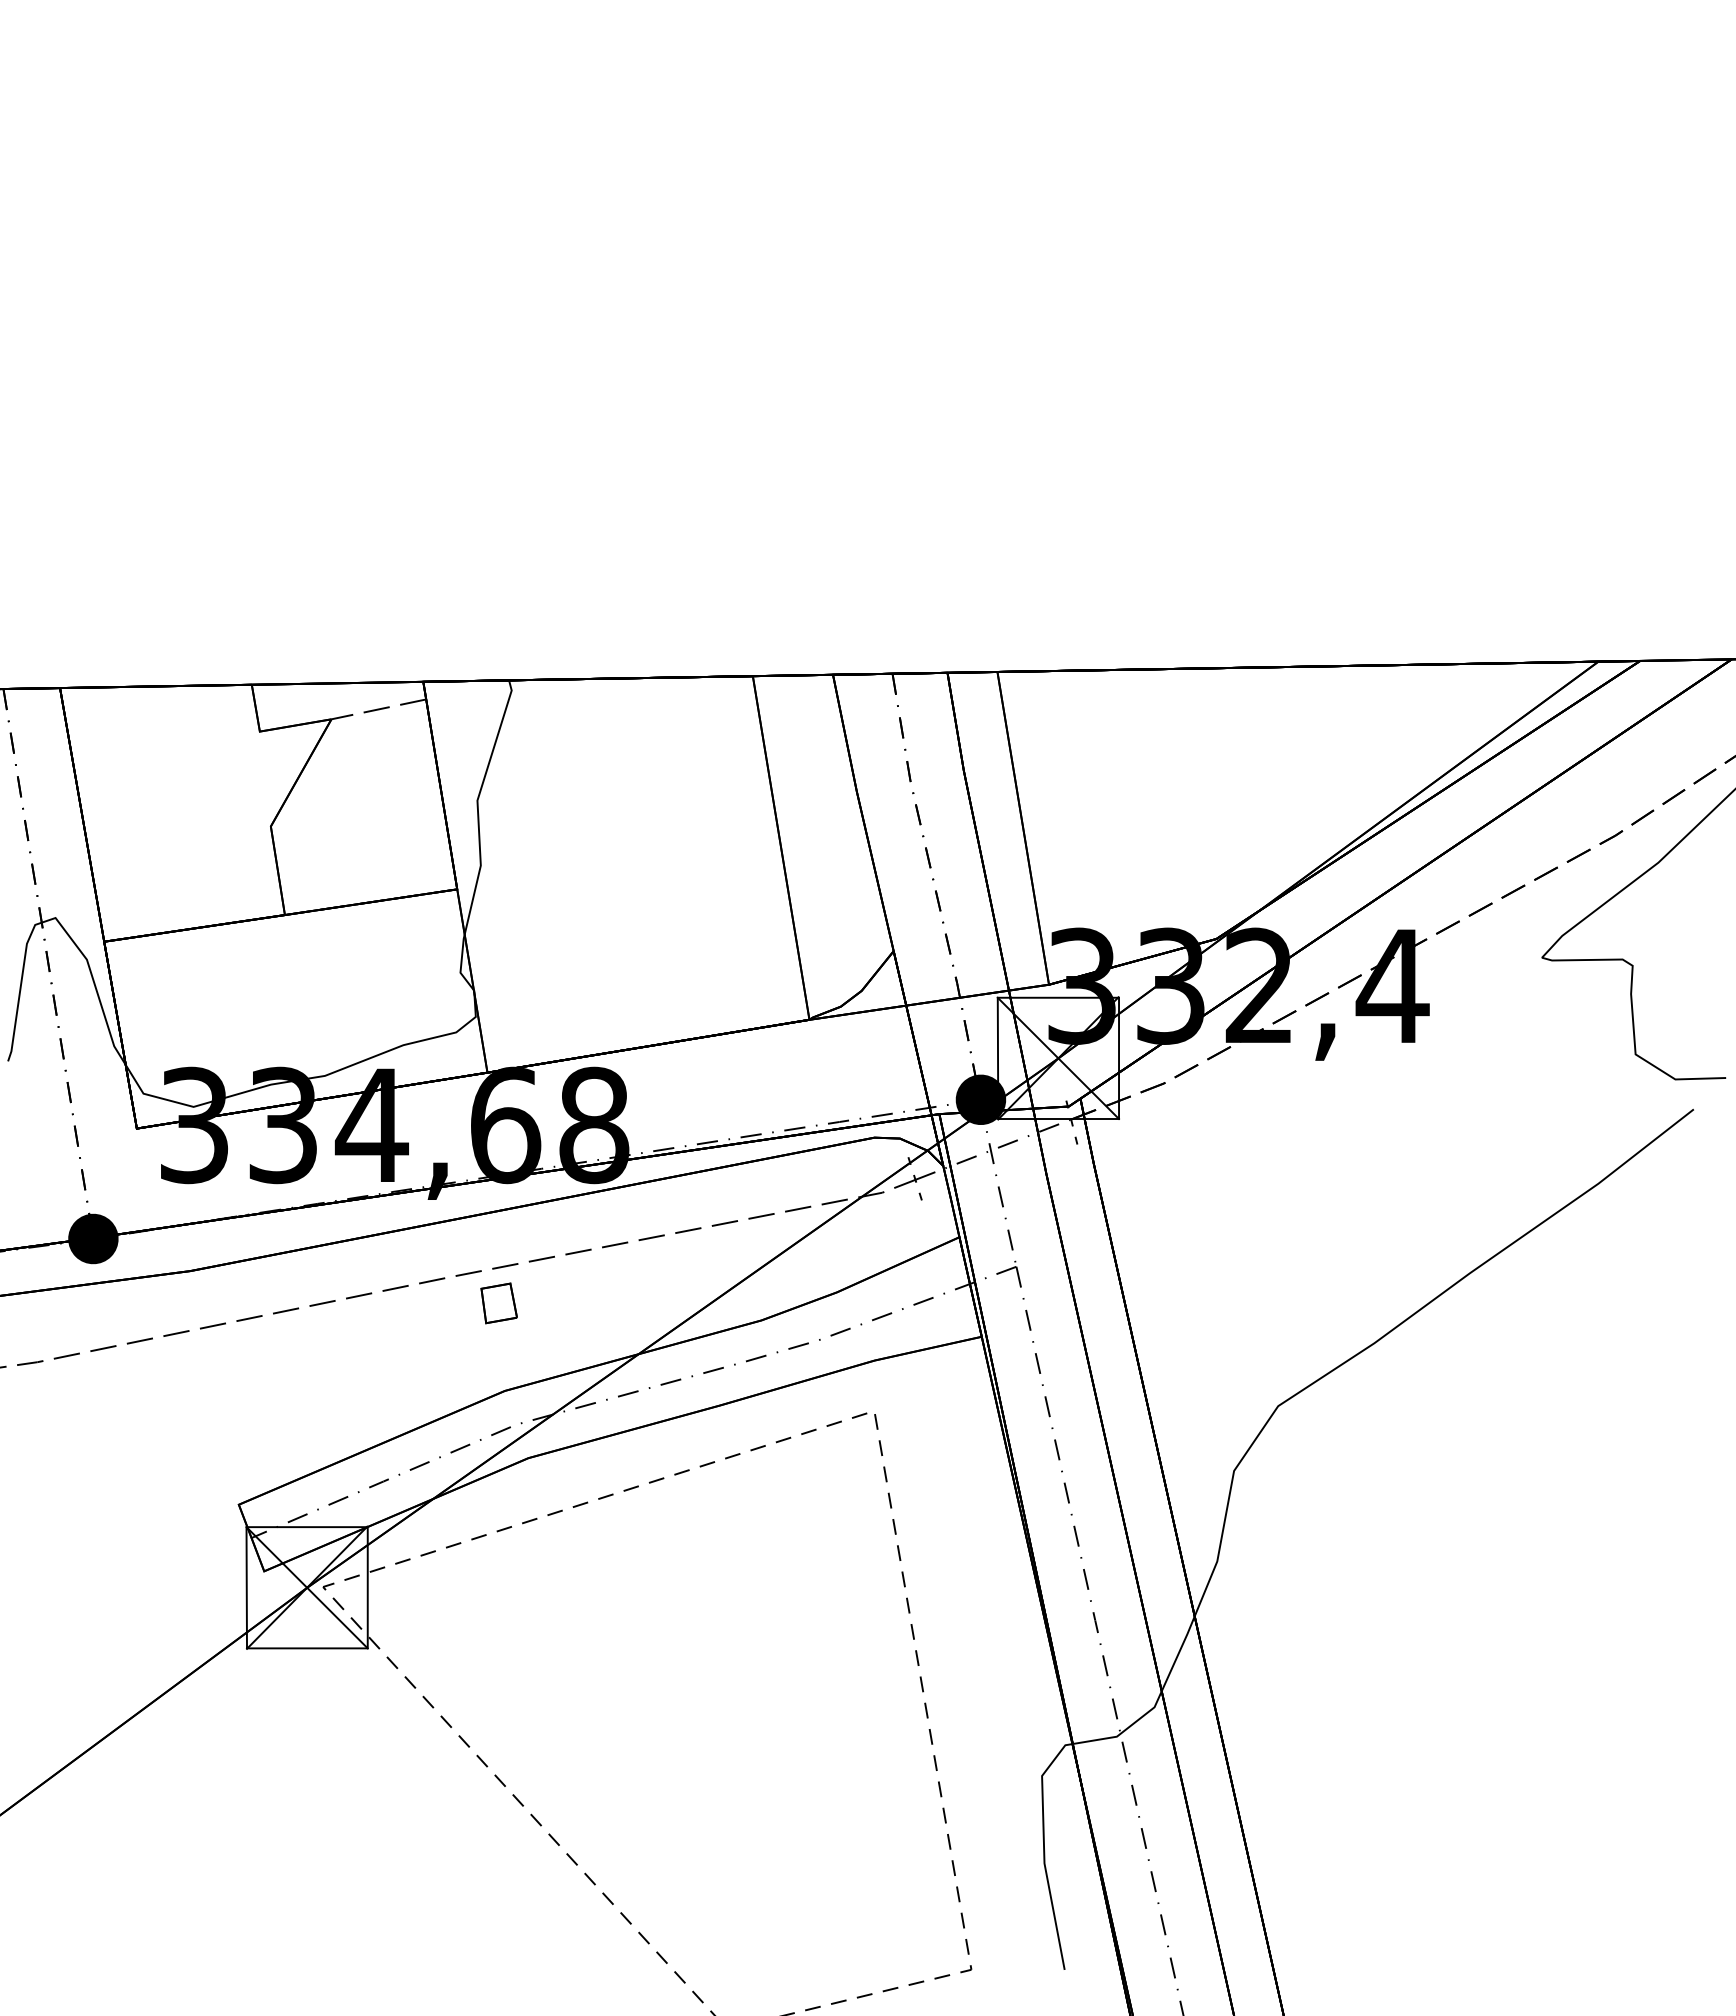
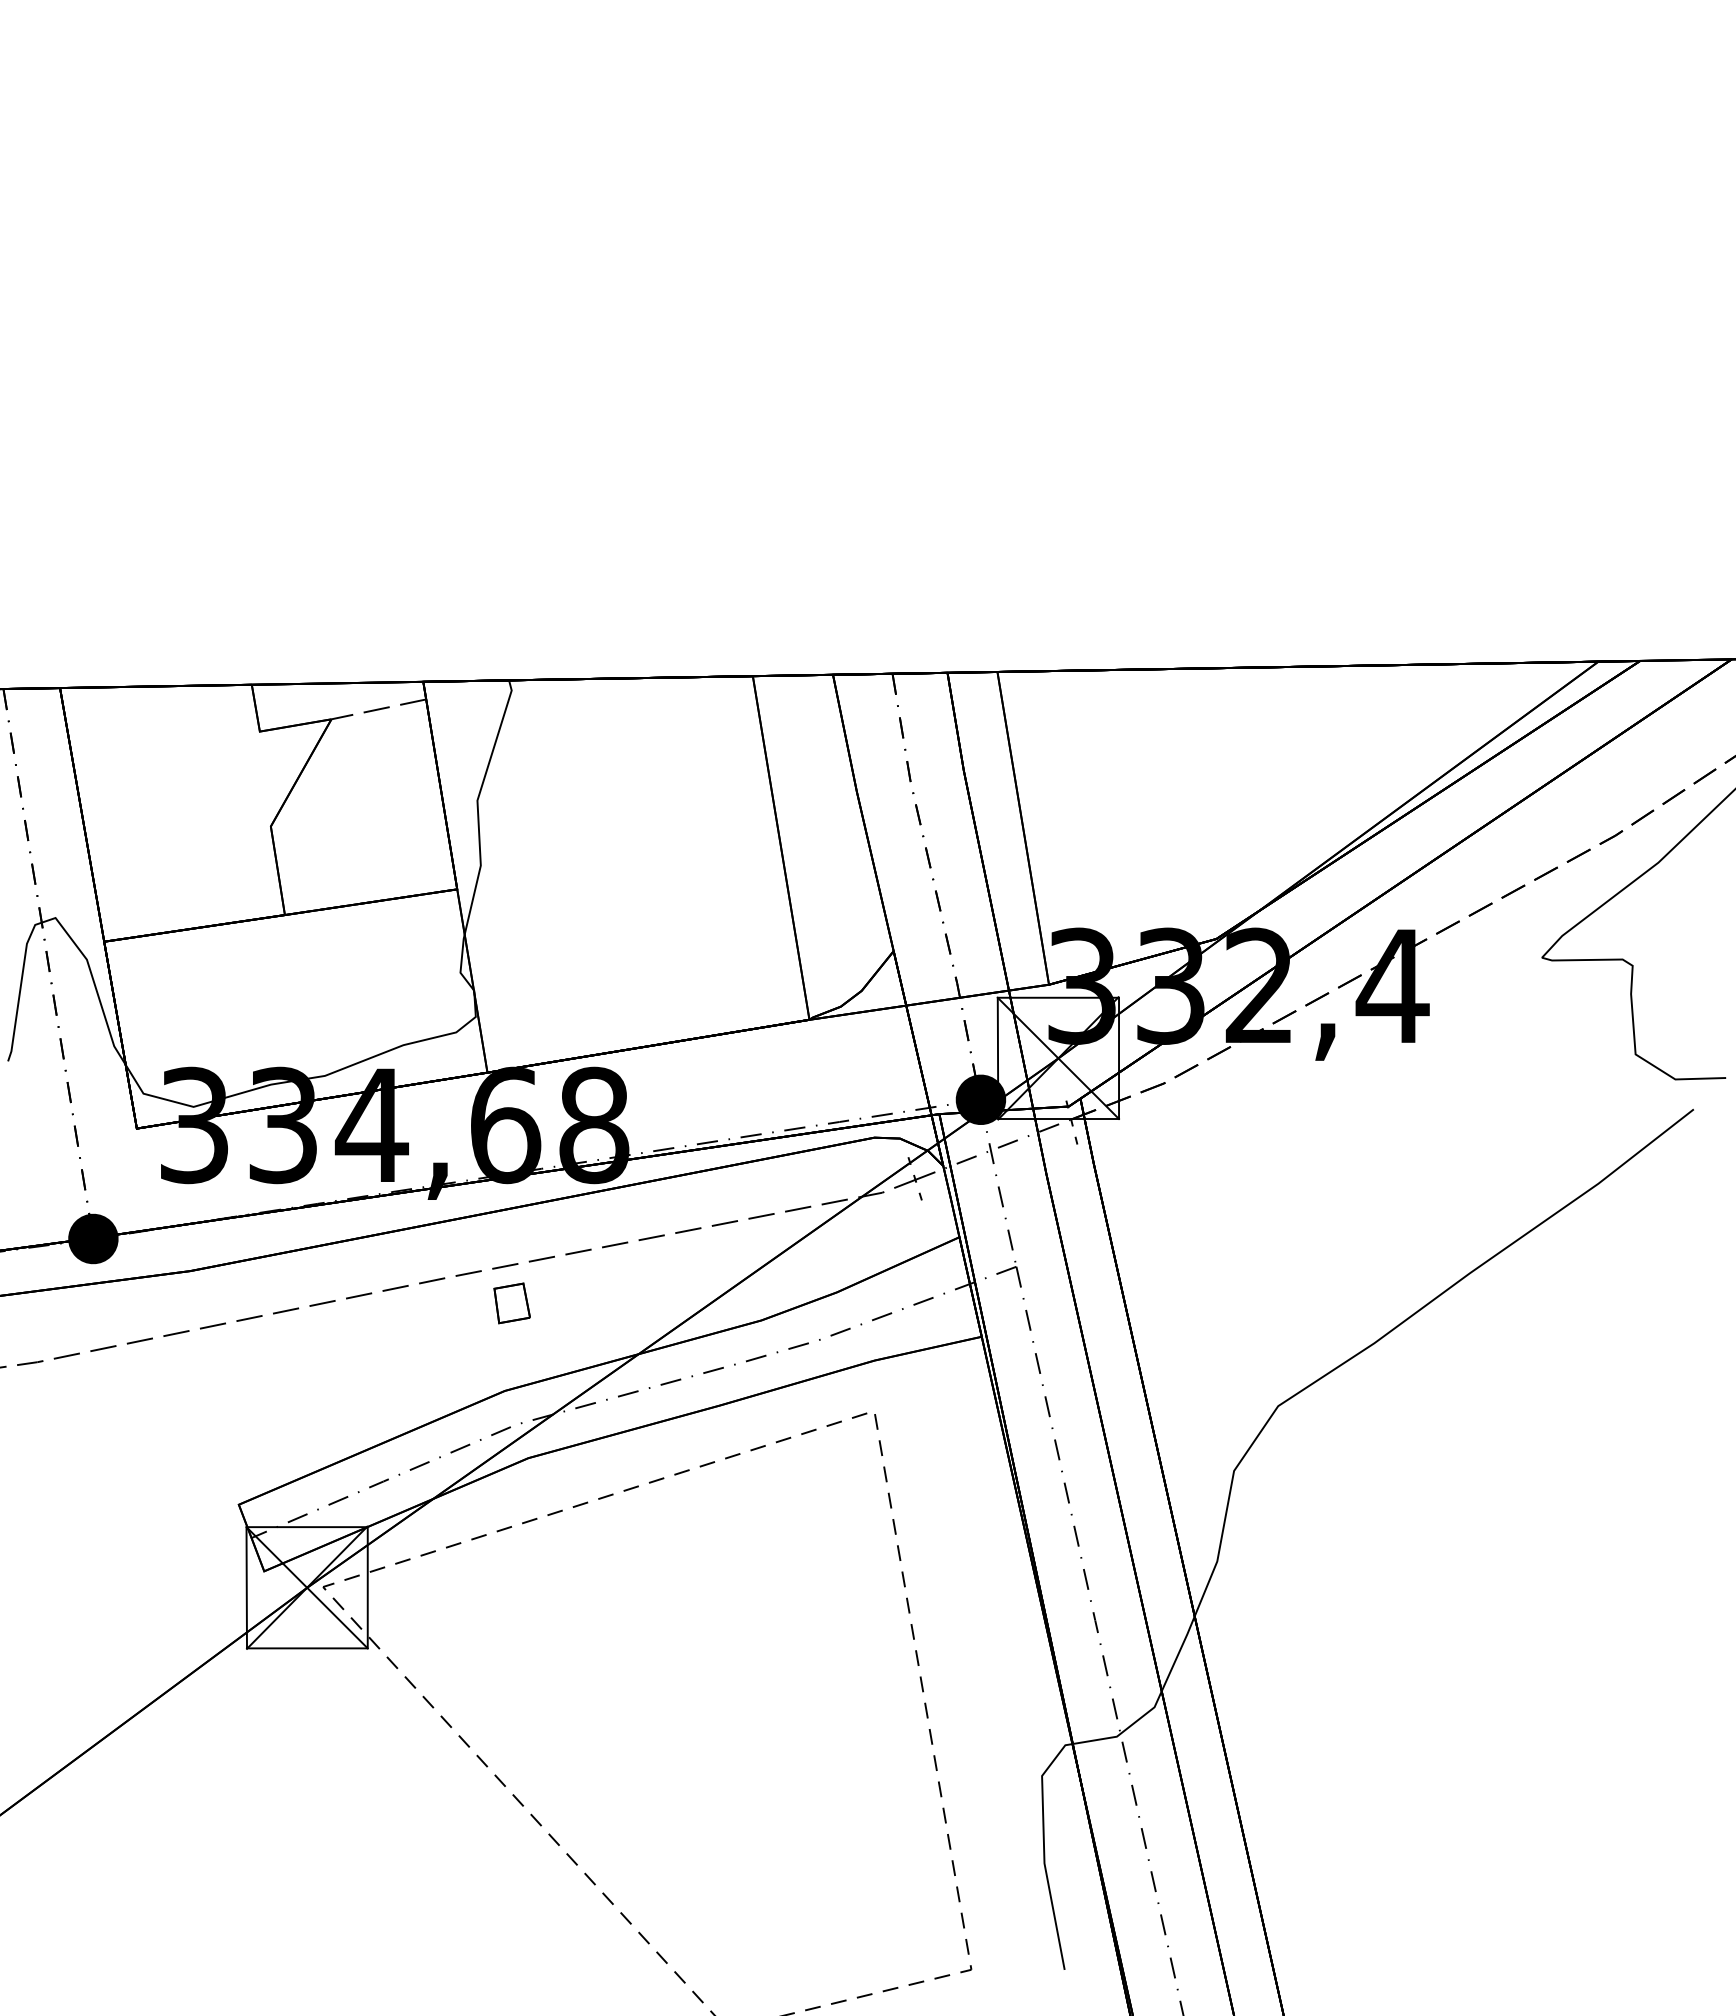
part at (498, 1303) position: (498, 1303) -> (511, 1303)
